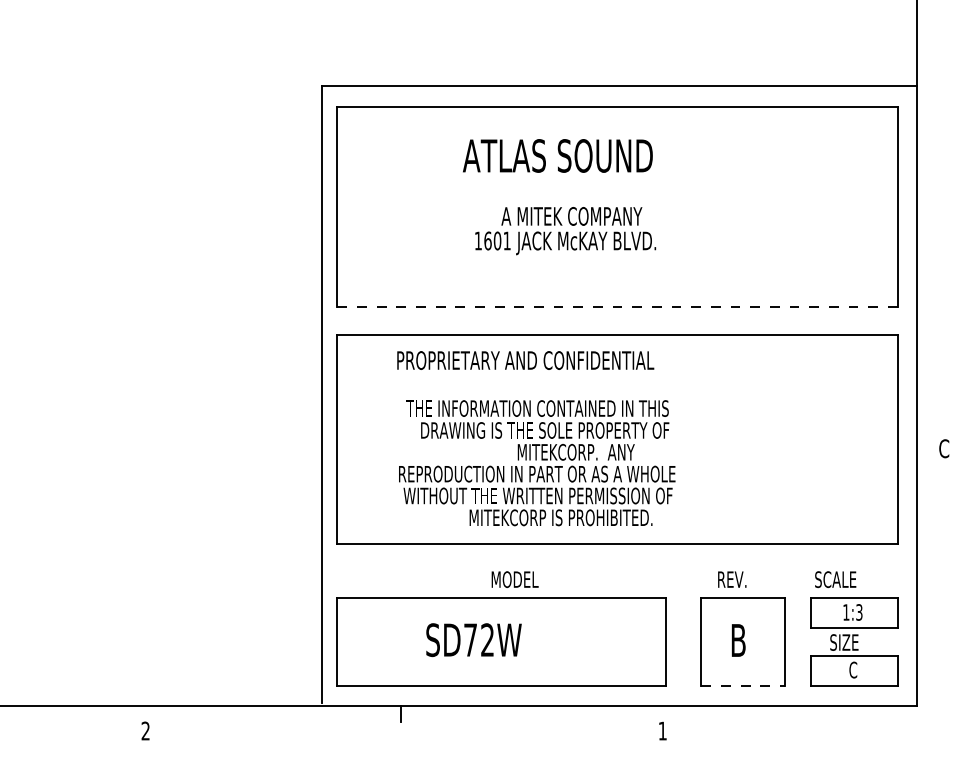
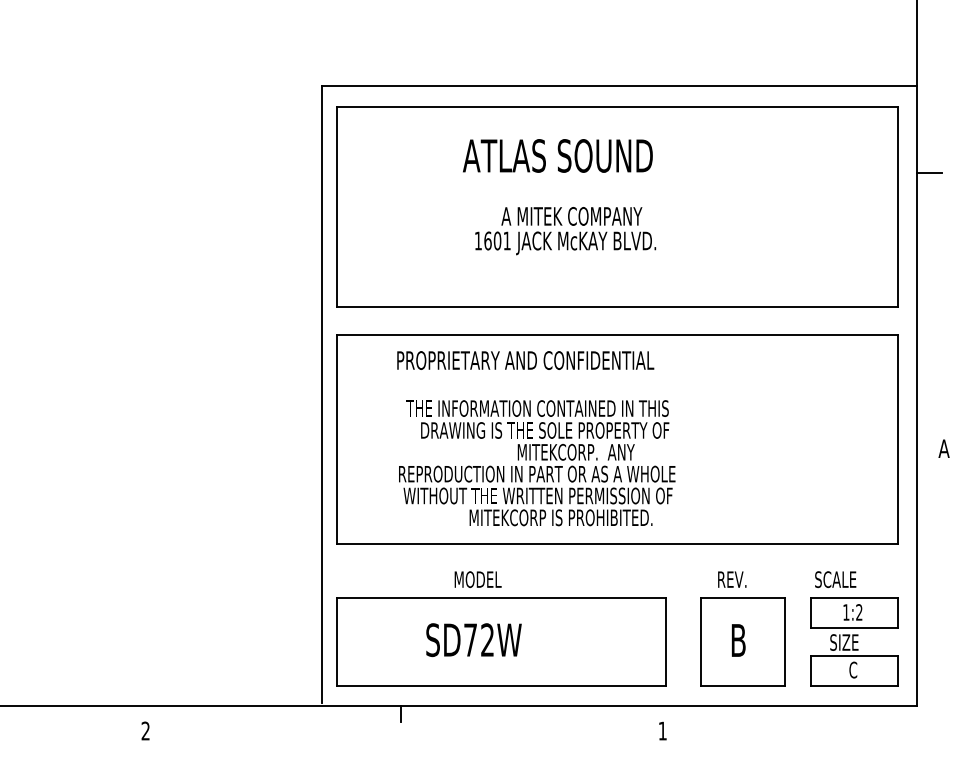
line at (929, 173): none -> present
line at (618, 307): dashed -> solid
text at (943, 448): C -> A
text at (514, 579) position: (514, 579) -> (477, 579)
text at (859, 612): 1:3 -> 1:2
line at (743, 685): dashed -> solid
